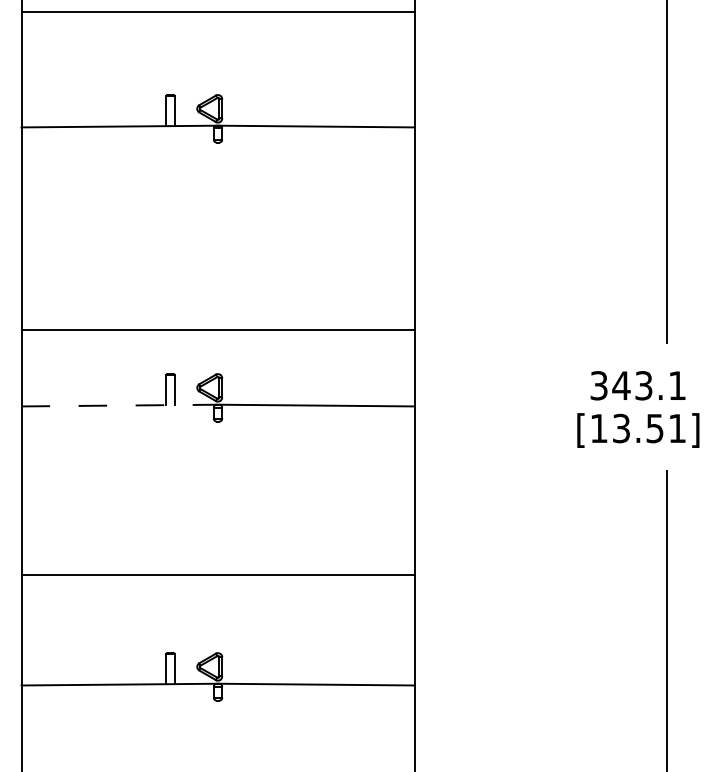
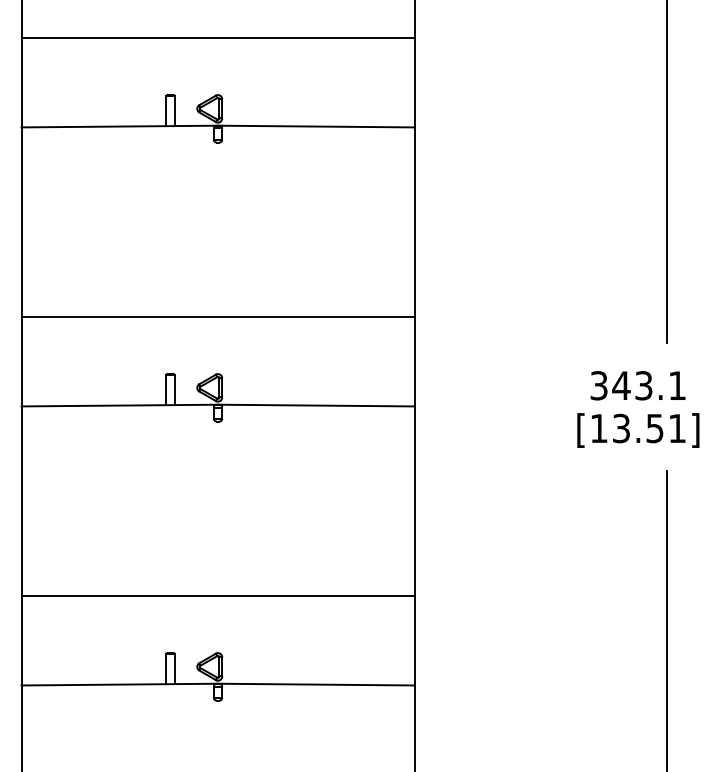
line at (217, 11) position: (217, 11) -> (217, 37)
line at (217, 329) position: (217, 329) -> (217, 316)
line at (120, 405): dashed -> solid
line at (217, 574) position: (217, 574) -> (217, 595)
